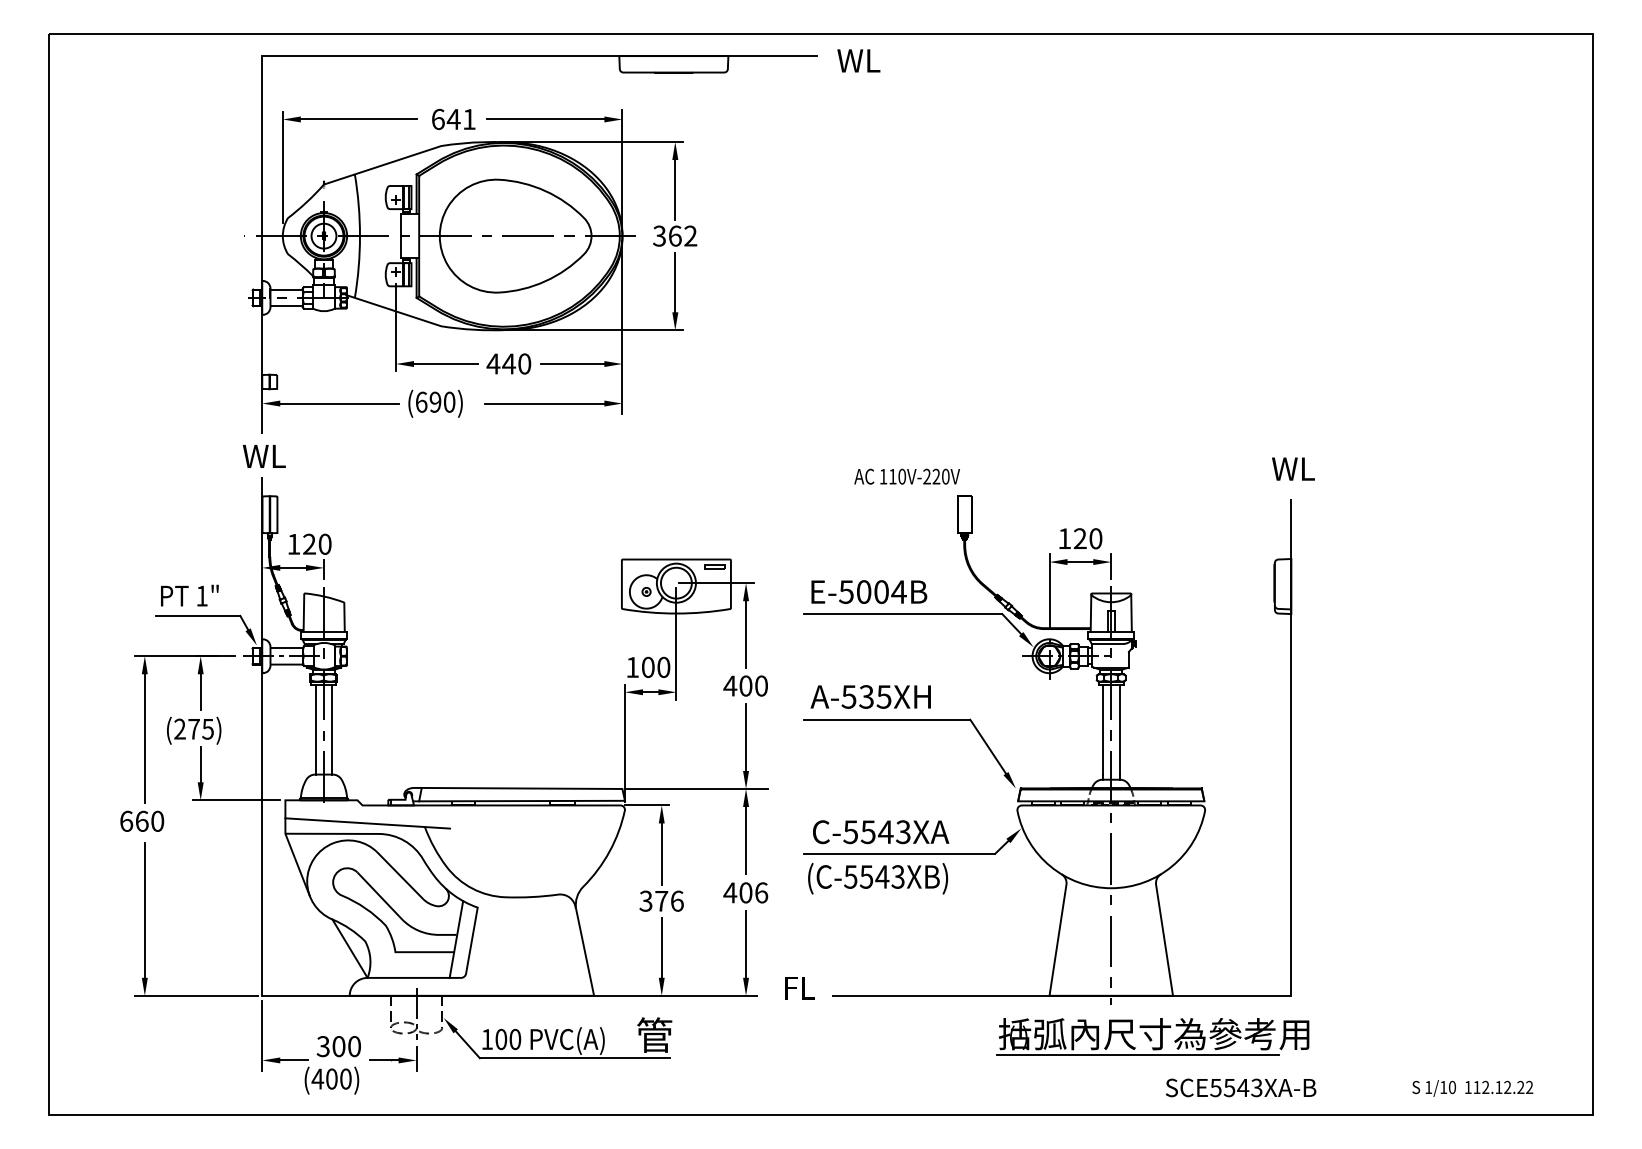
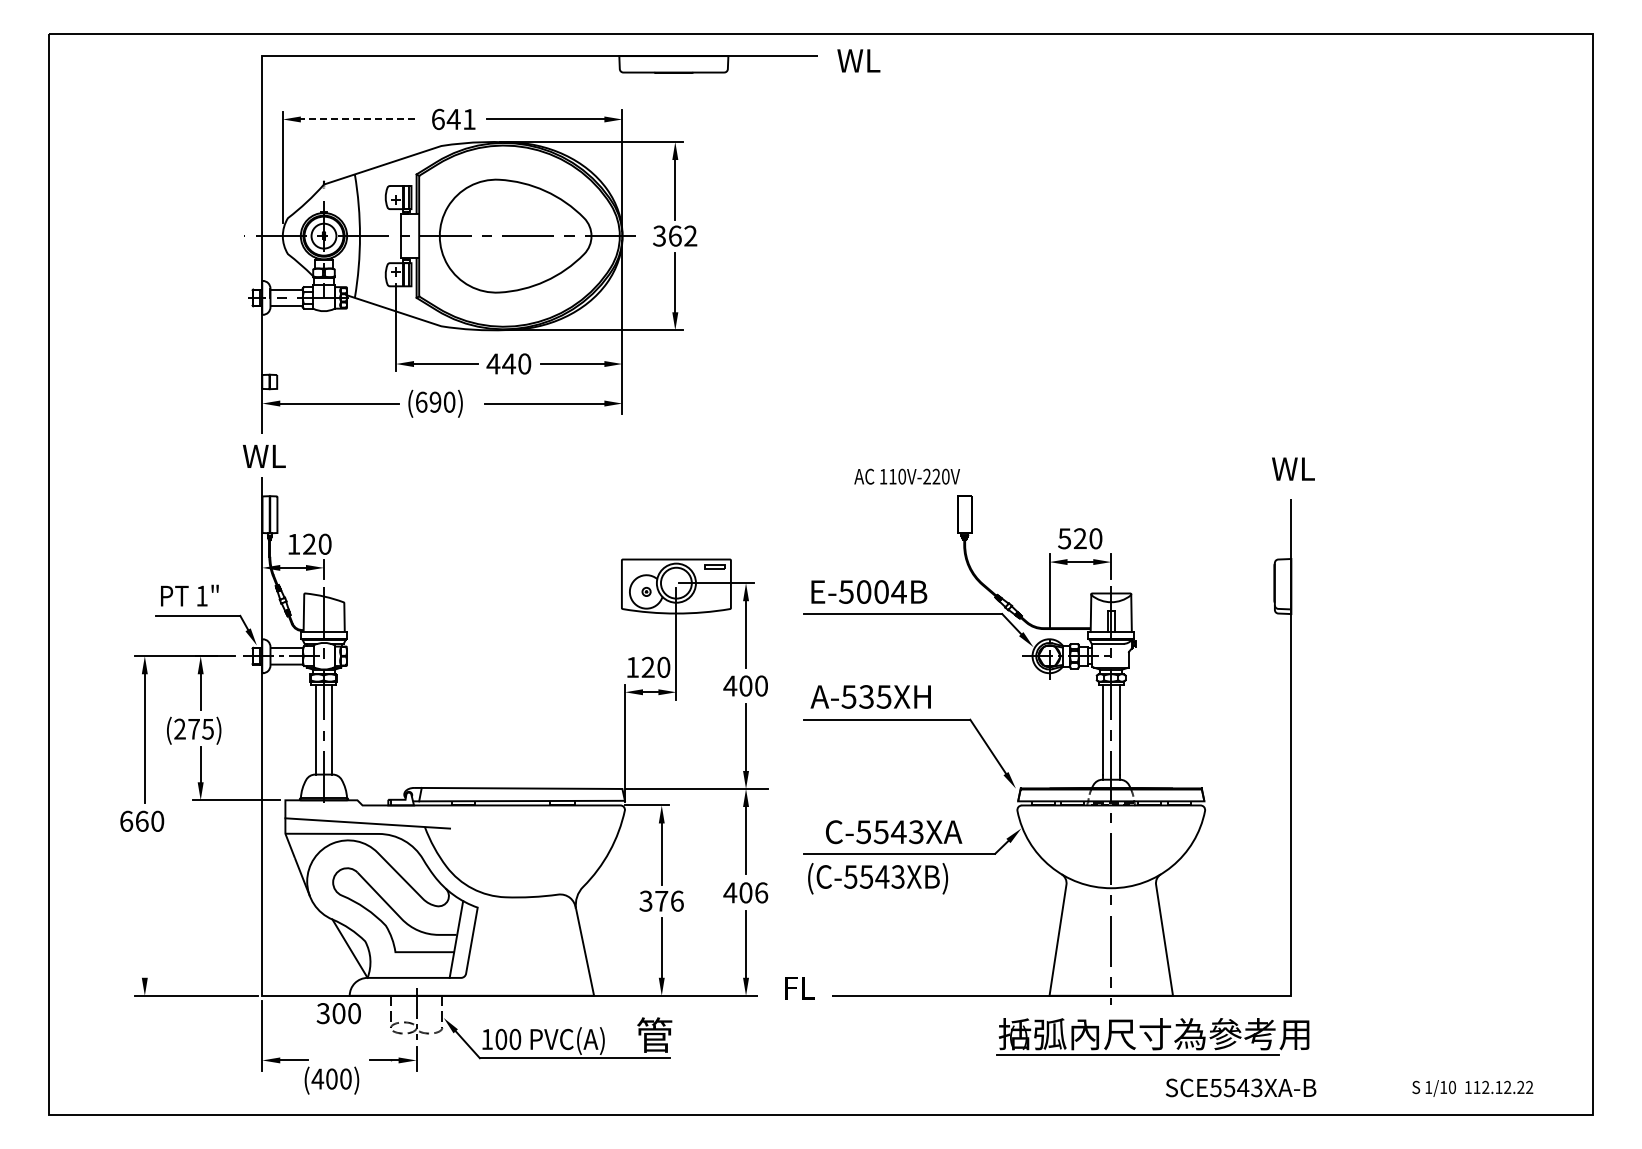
line at (358, 119): solid -> dashed
text at (1064, 538): 120 -> 520
text at (647, 667): 100 -> 120
text at (881, 832) position: (881, 832) -> (894, 832)
line at (144, 911): present -> none
text at (338, 1046) position: (338, 1046) -> (338, 1013)
